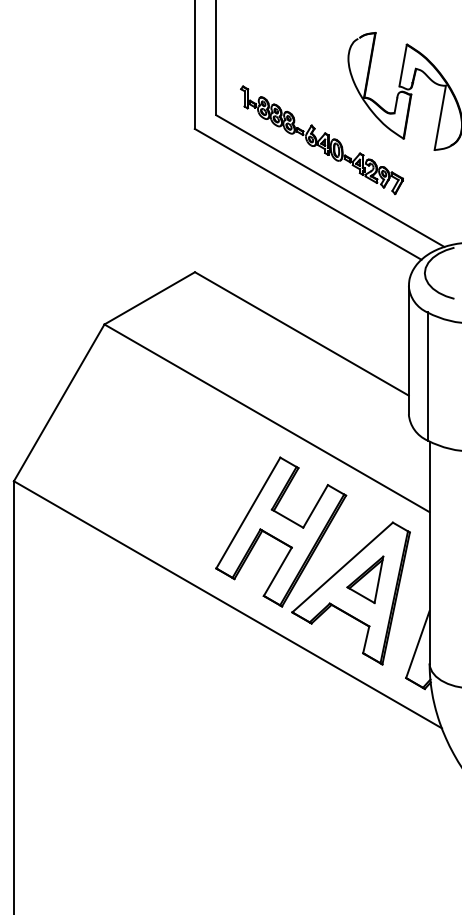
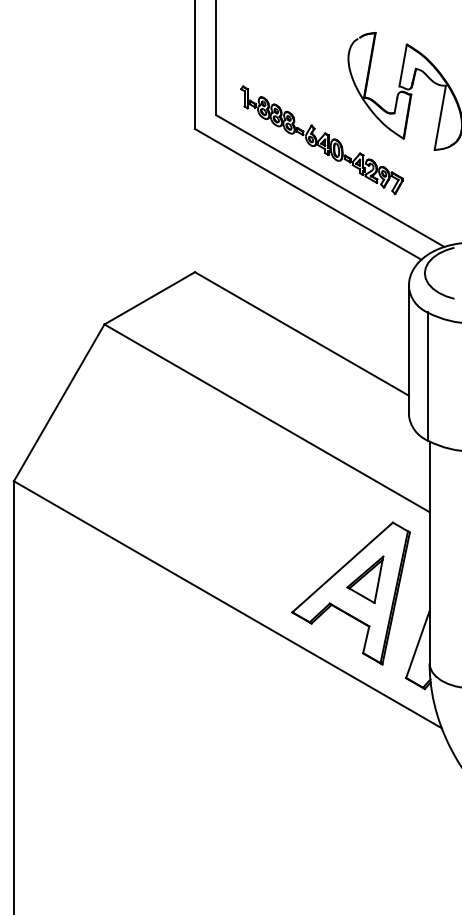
part at (281, 531): present -> none
